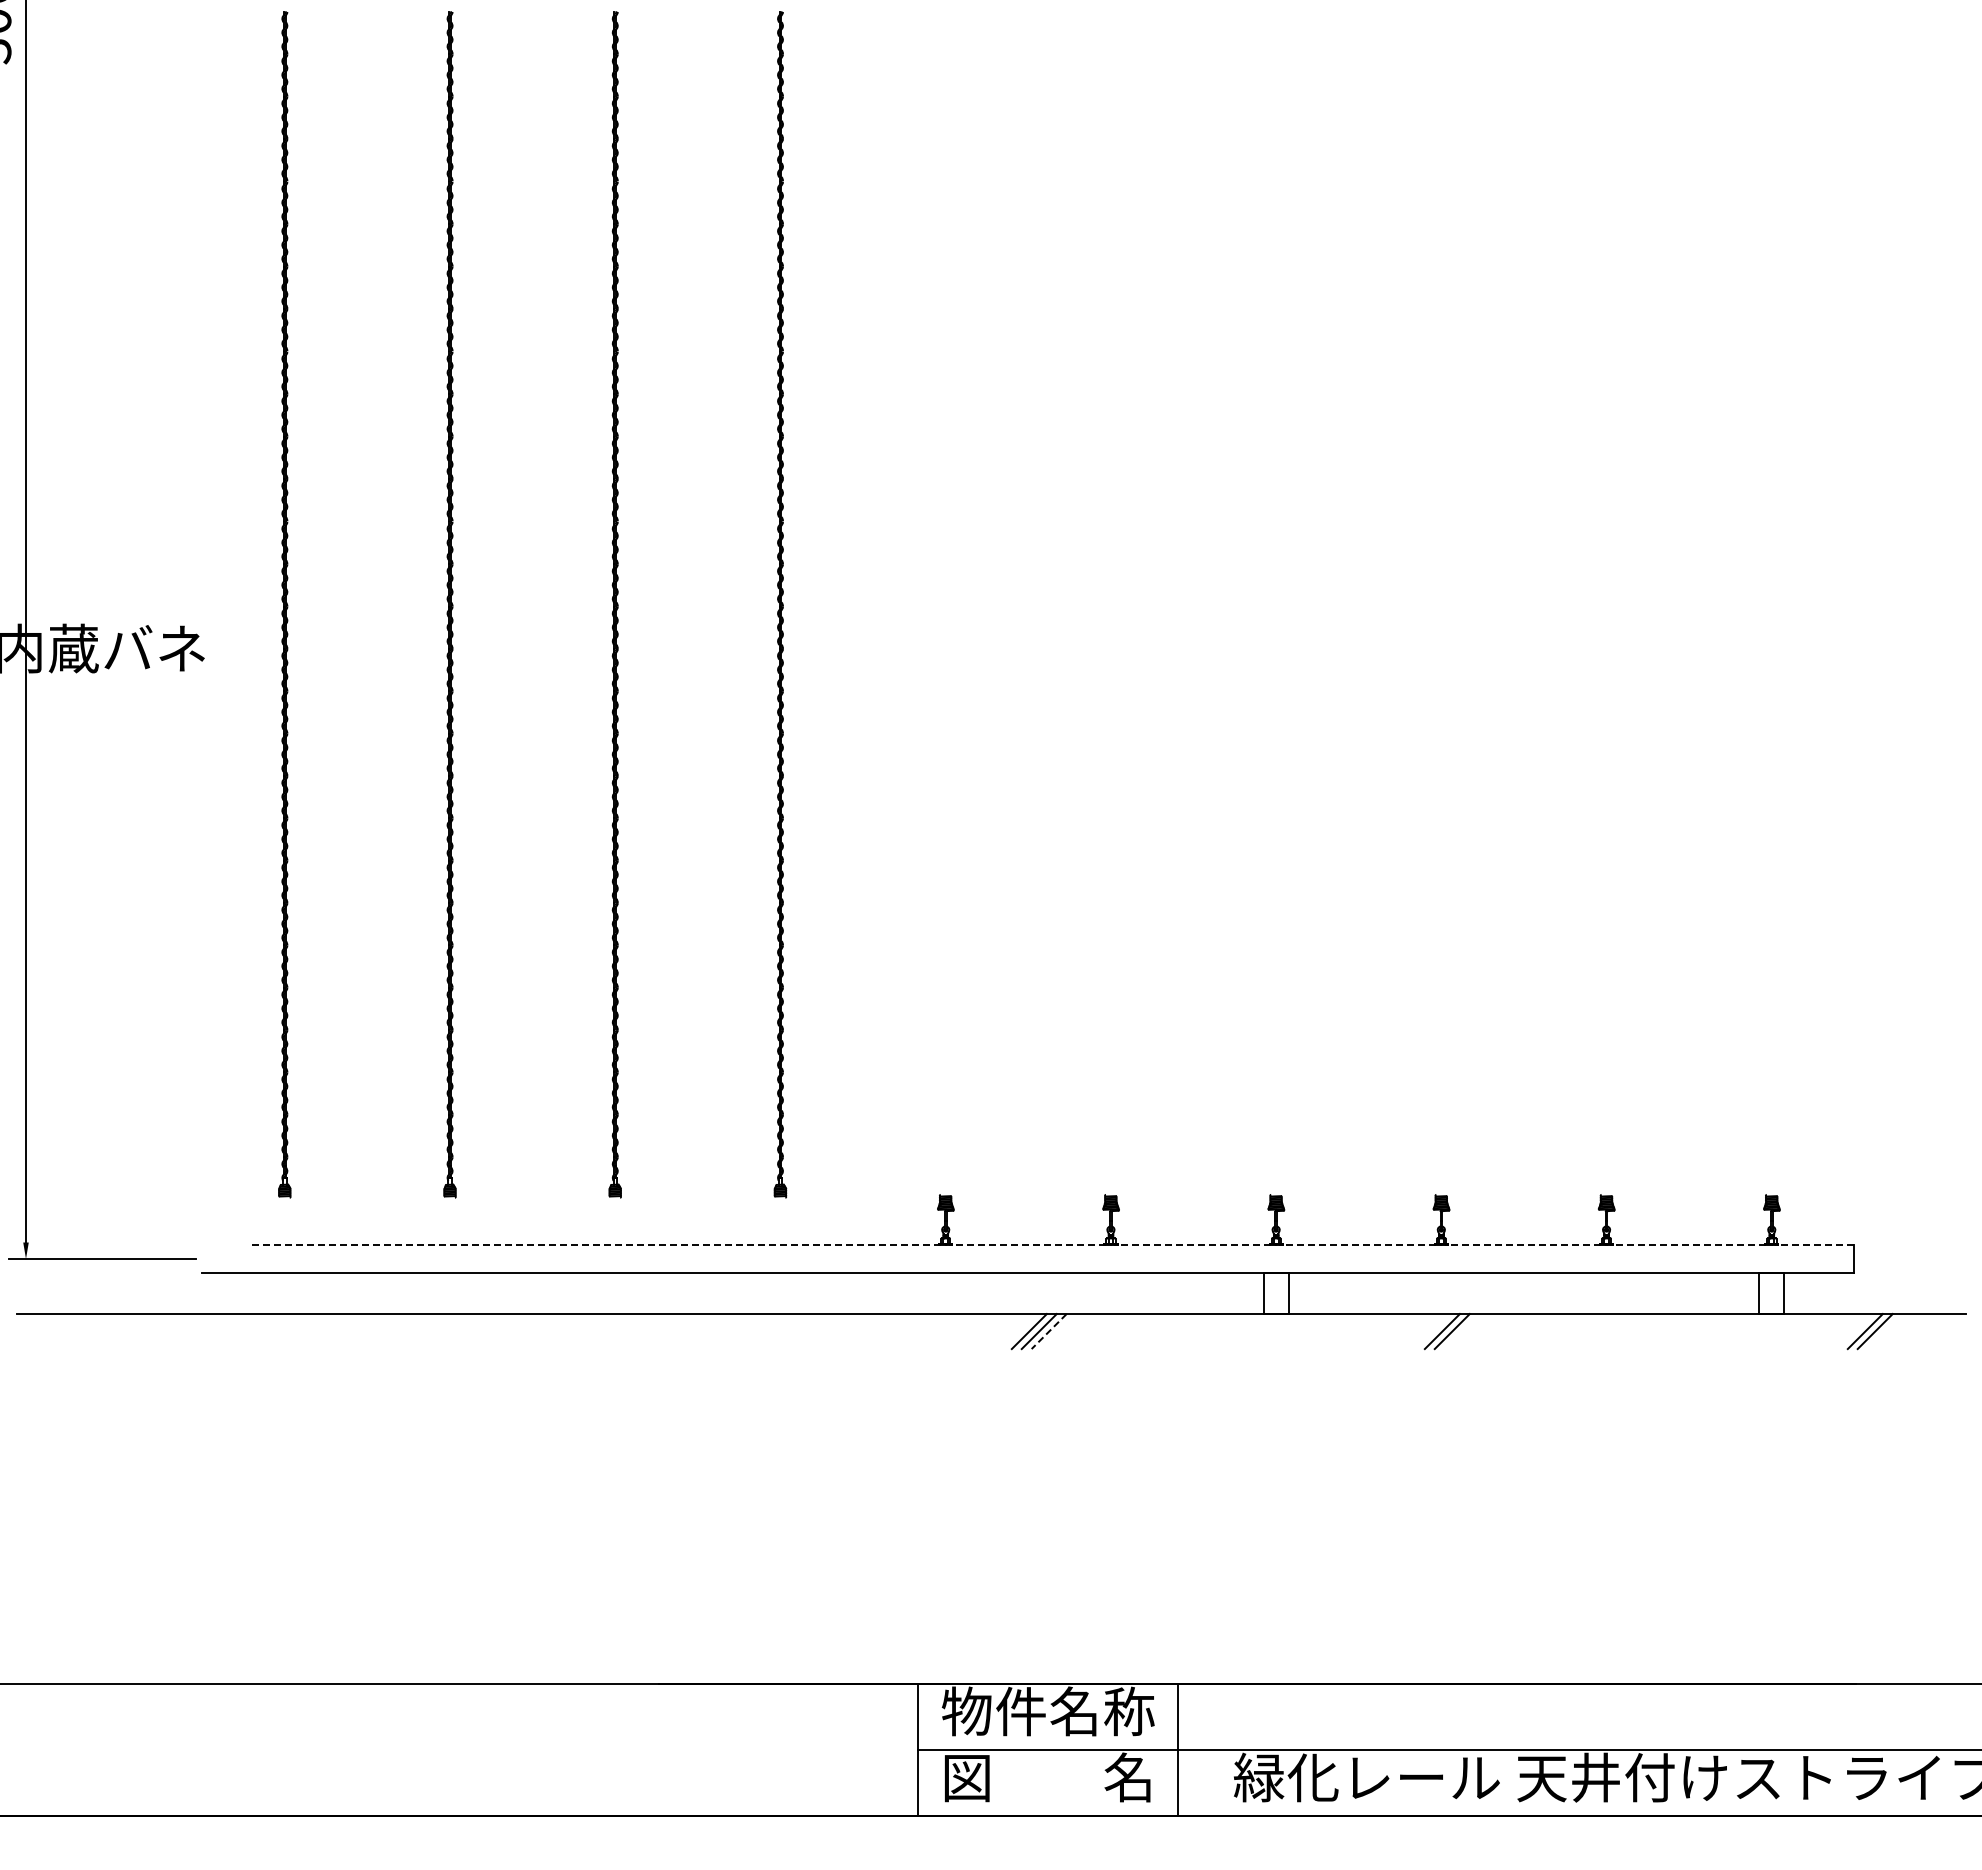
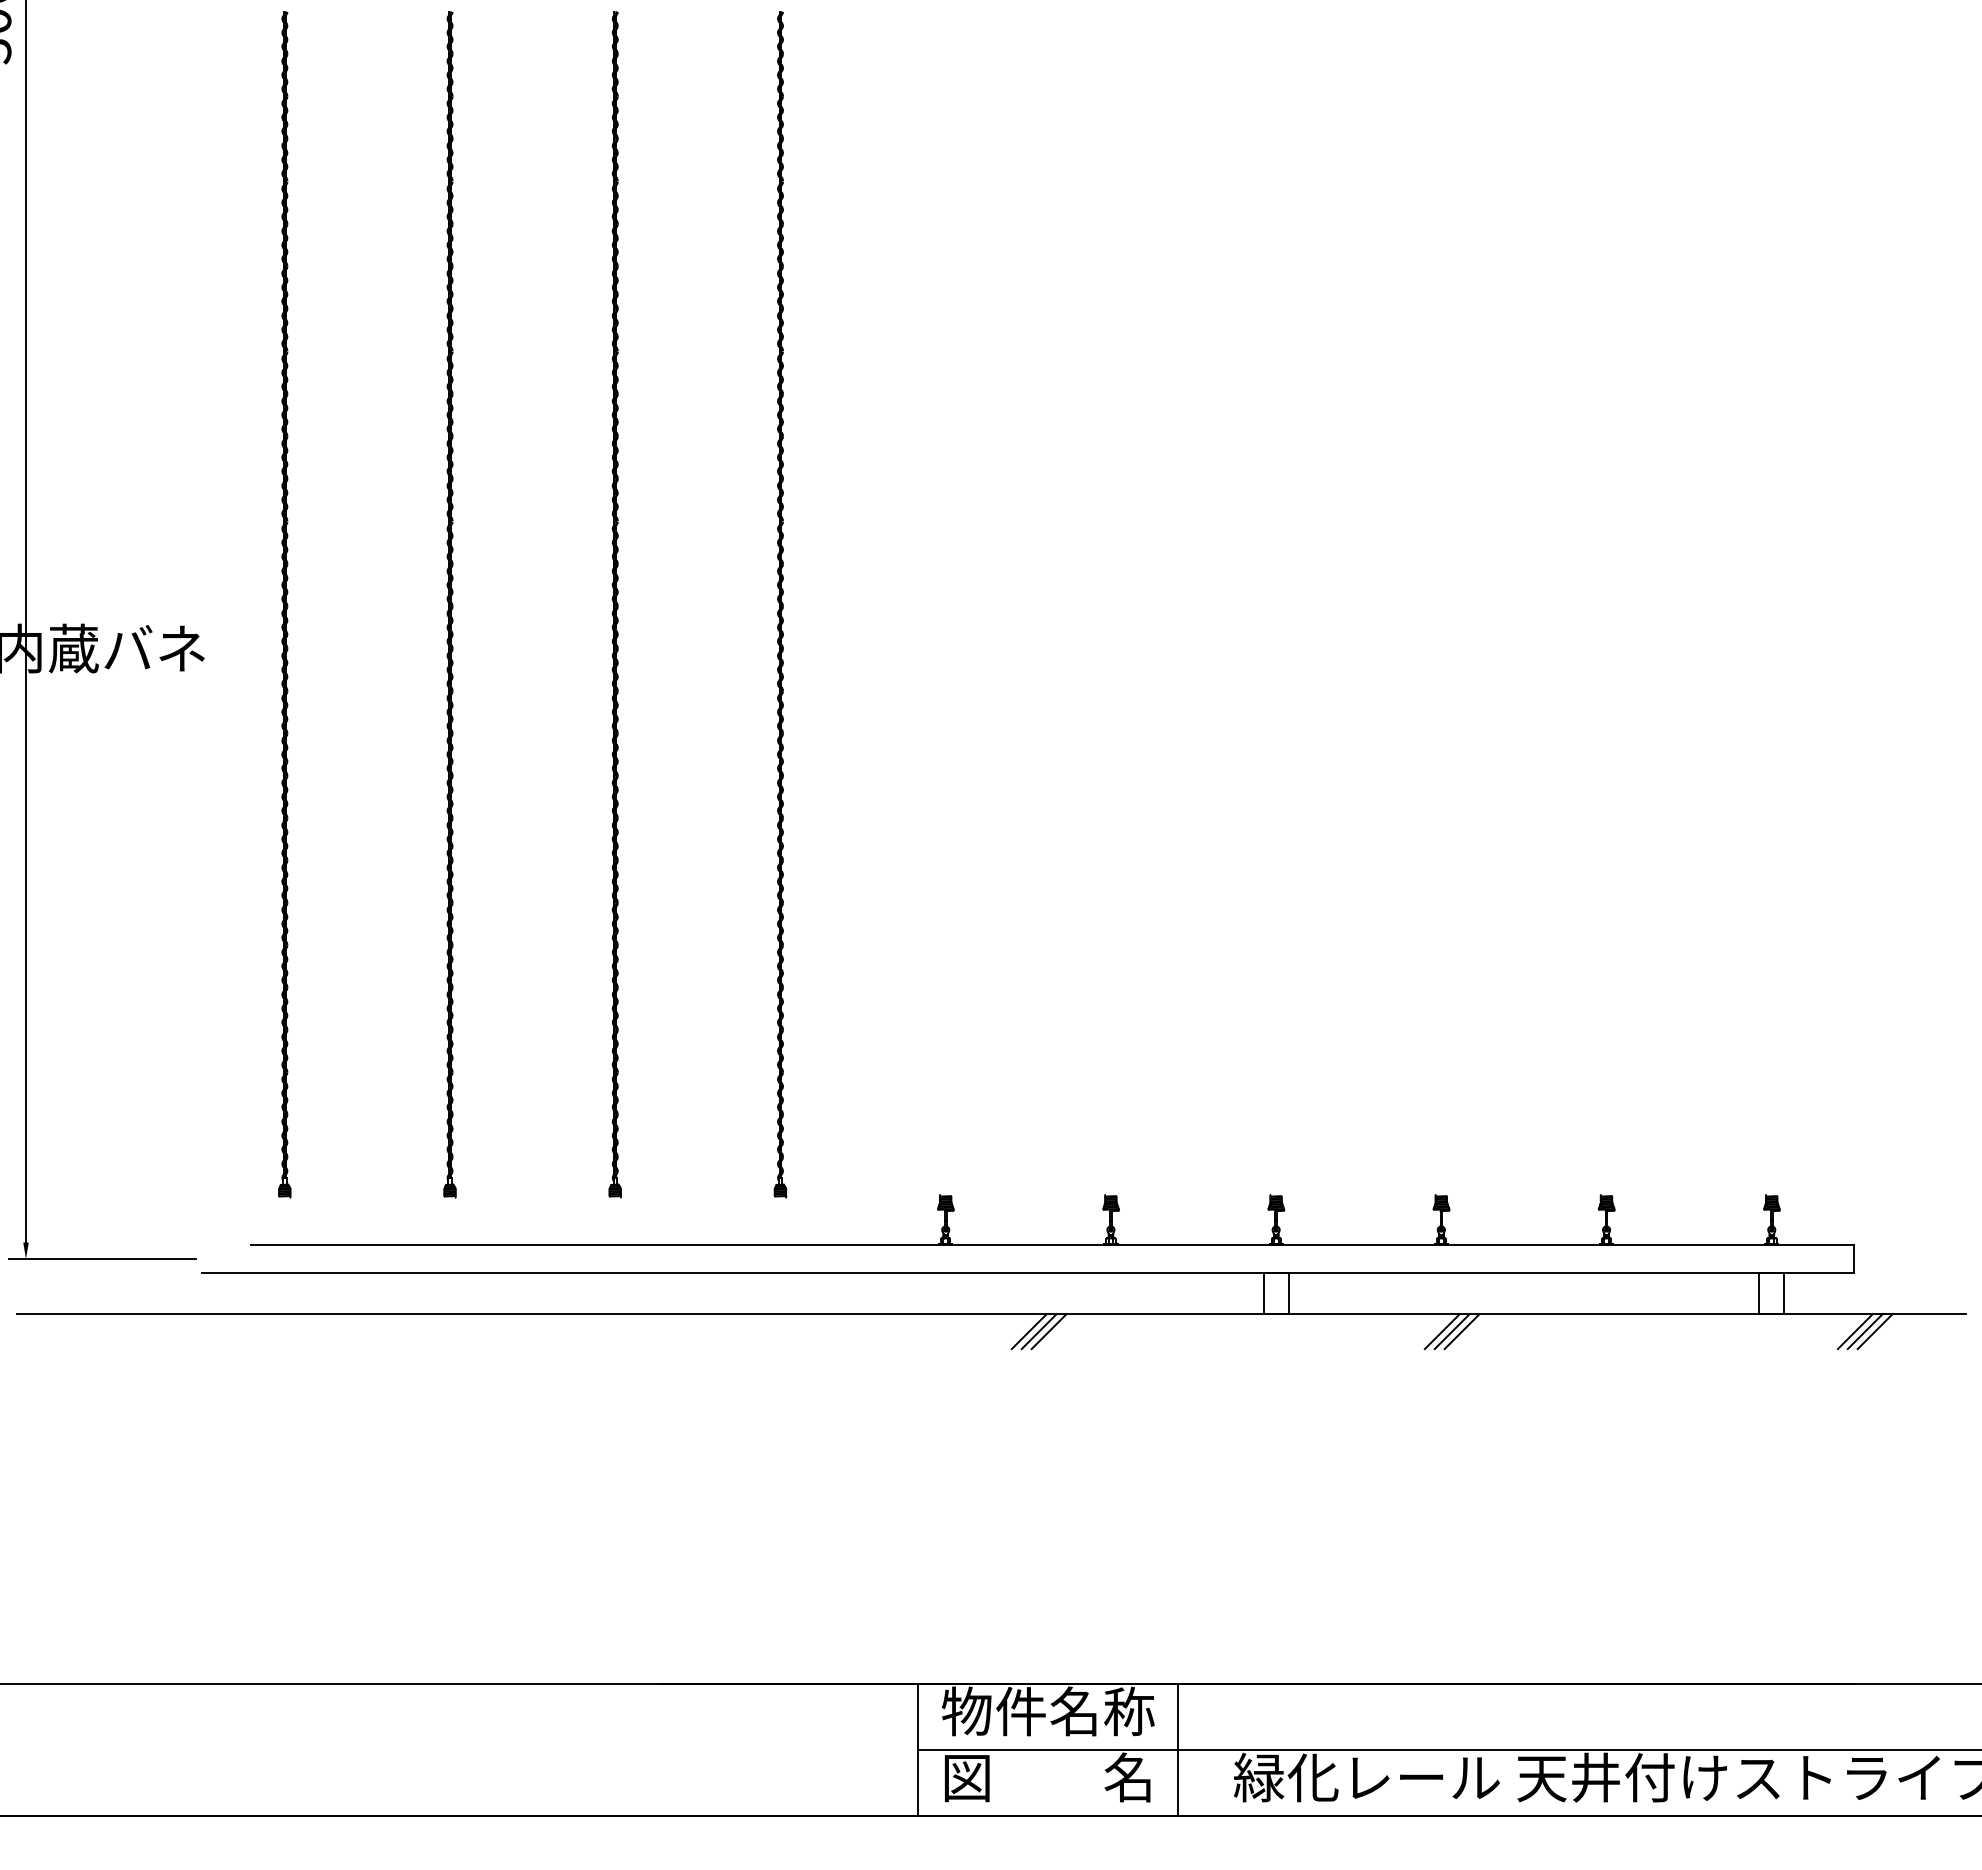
line at (1052, 1245): dashed -> solid
line at (1049, 1331): dashed -> solid
line at (1461, 1331): none -> present
line at (1854, 1331): none -> present
